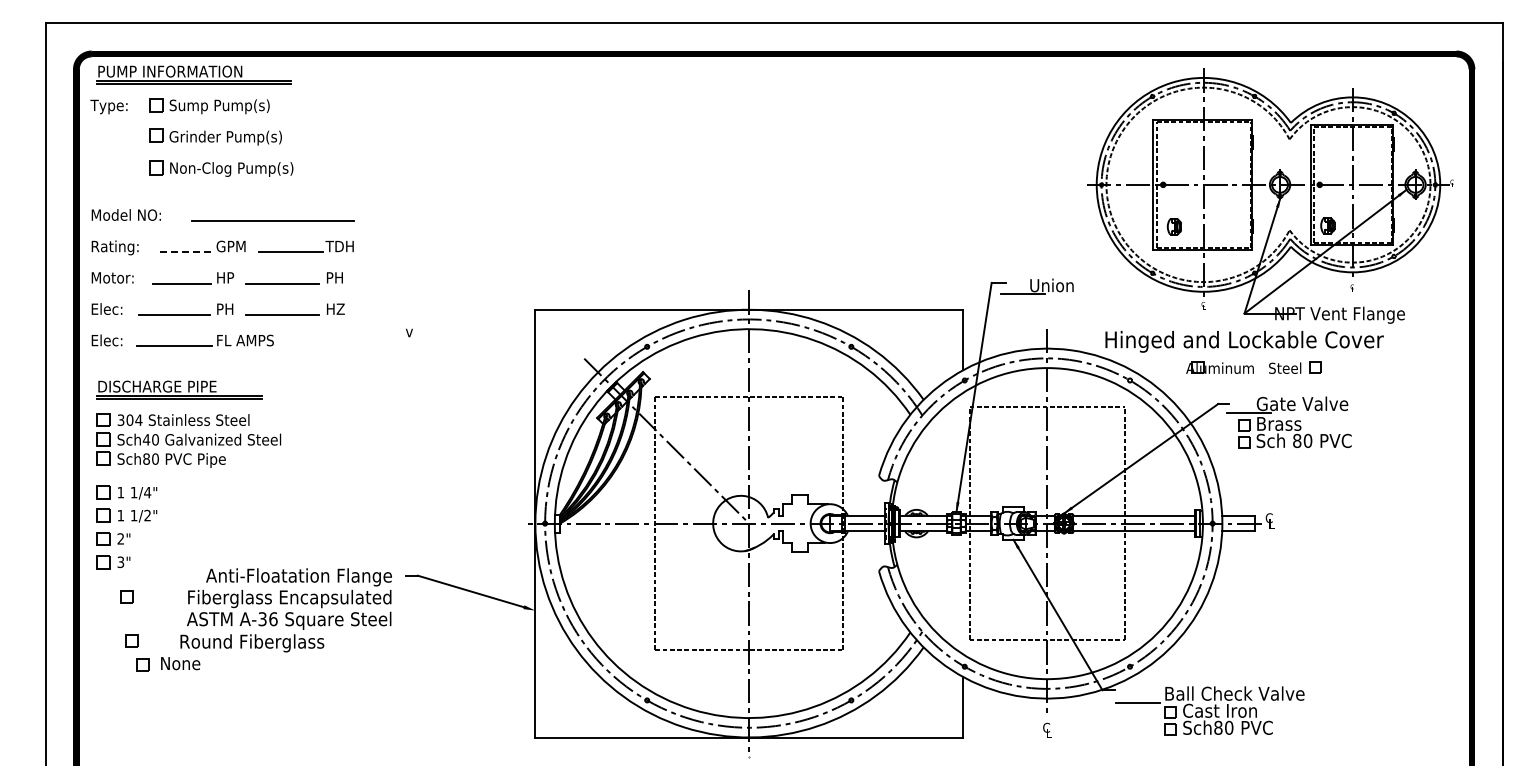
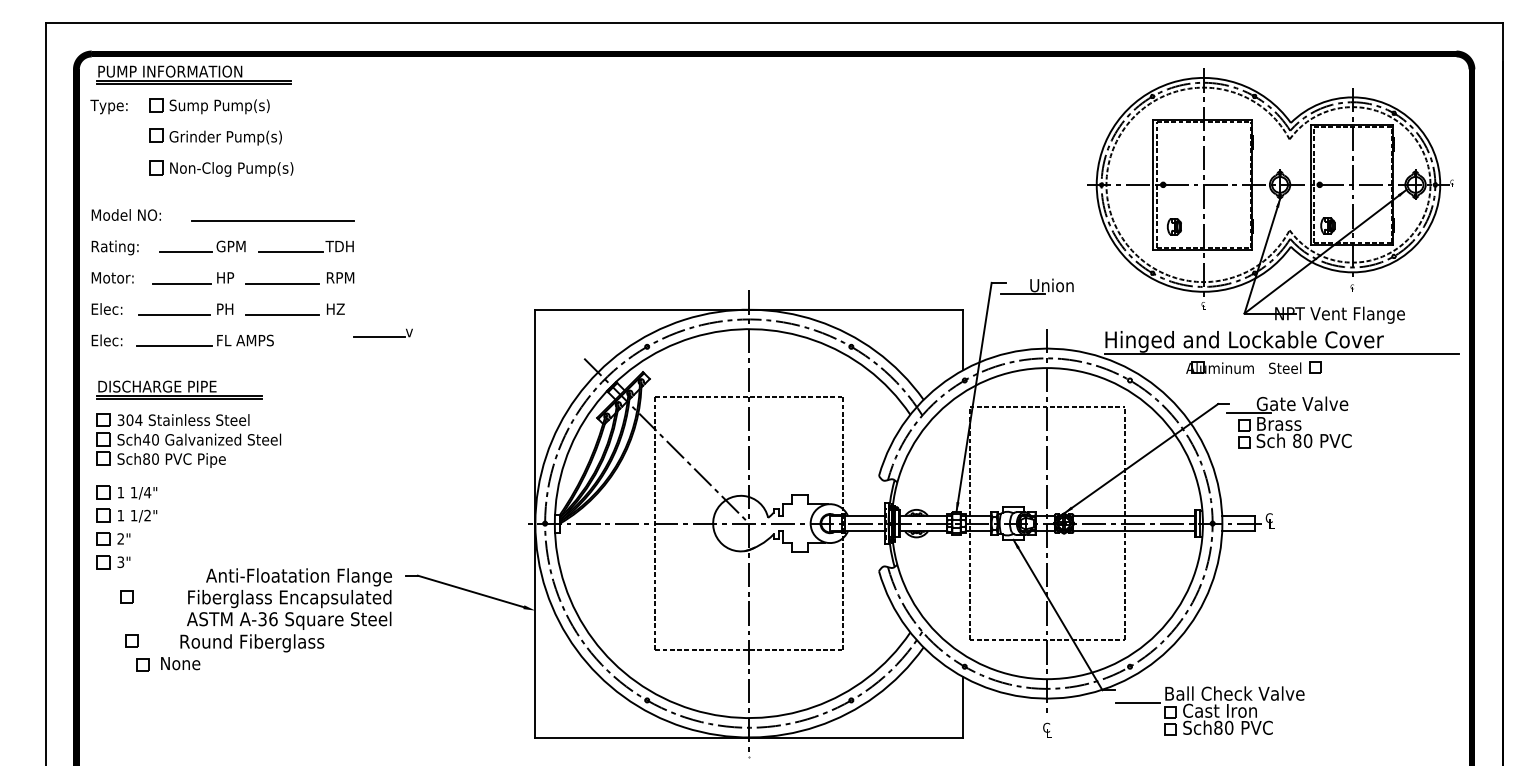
line at (185, 252): dashed -> solid
text at (341, 277): PH -> RPM
line at (379, 337): none -> present
line at (1281, 353): none -> present
